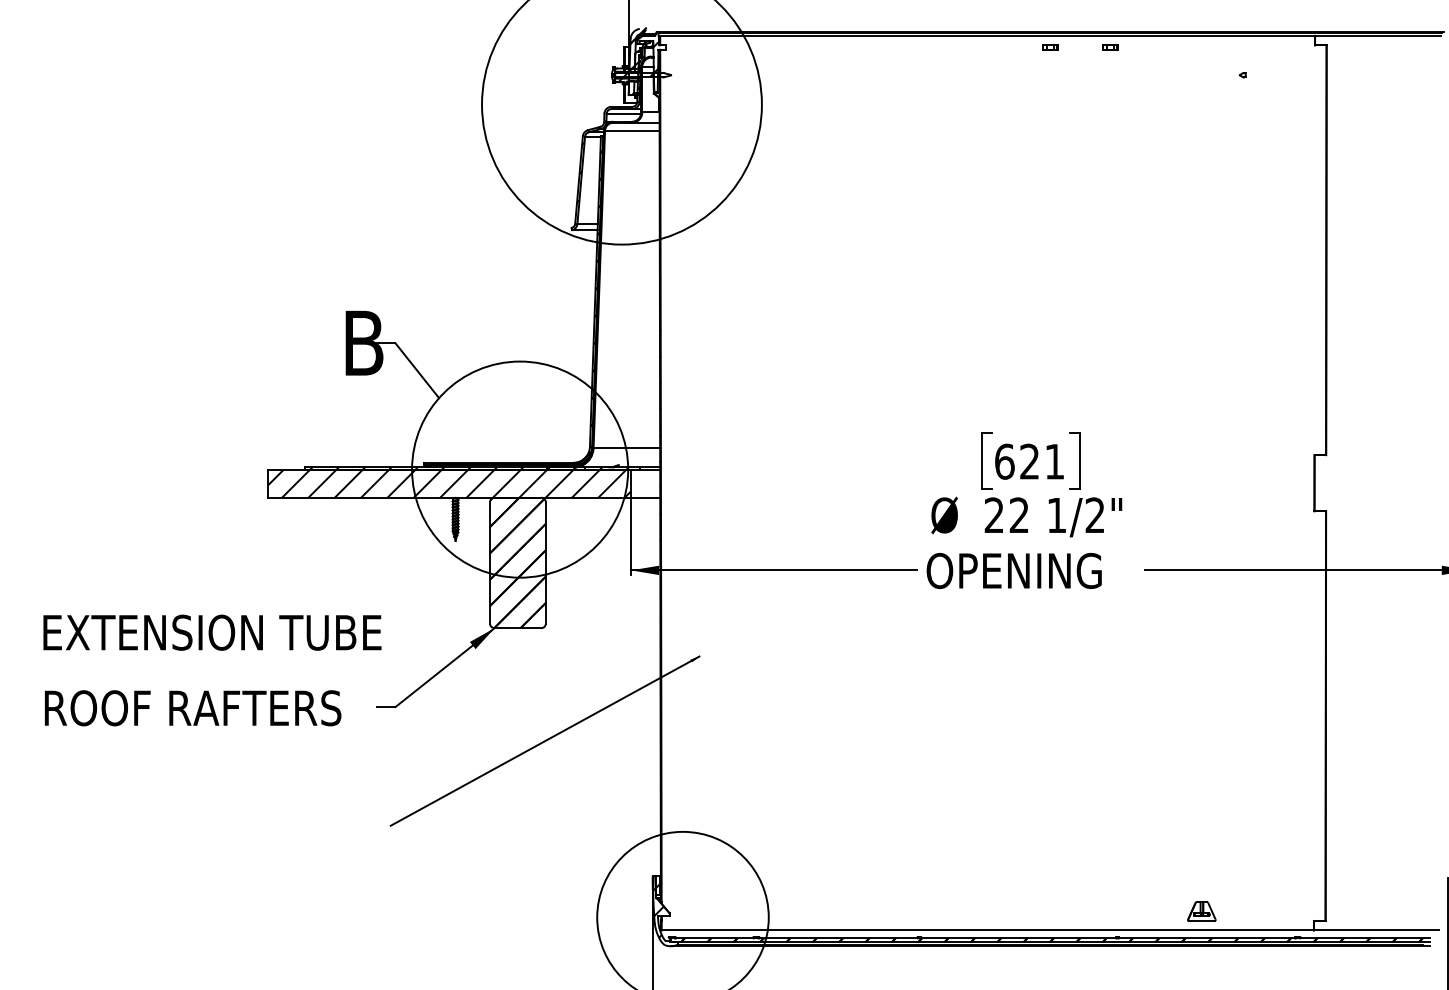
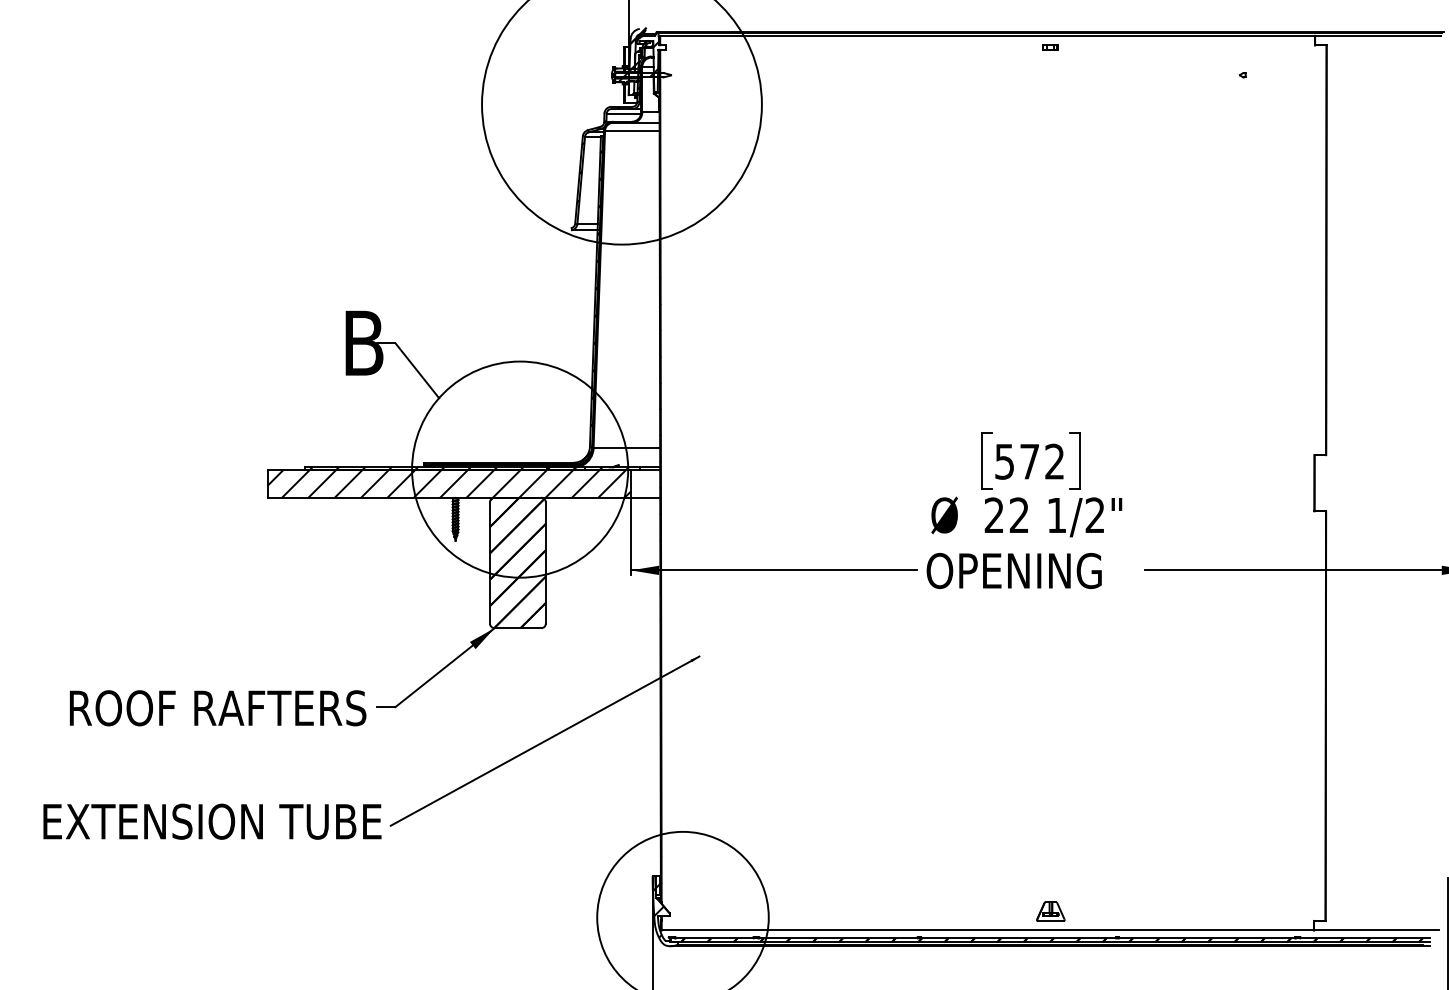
part at (1110, 47): present -> none
text at (1029, 461): 621 -> 572
text at (212, 632) position: (212, 632) -> (212, 821)
text at (193, 708) position: (193, 708) -> (218, 708)
part at (1201, 911) position: (1201, 911) -> (1050, 911)
